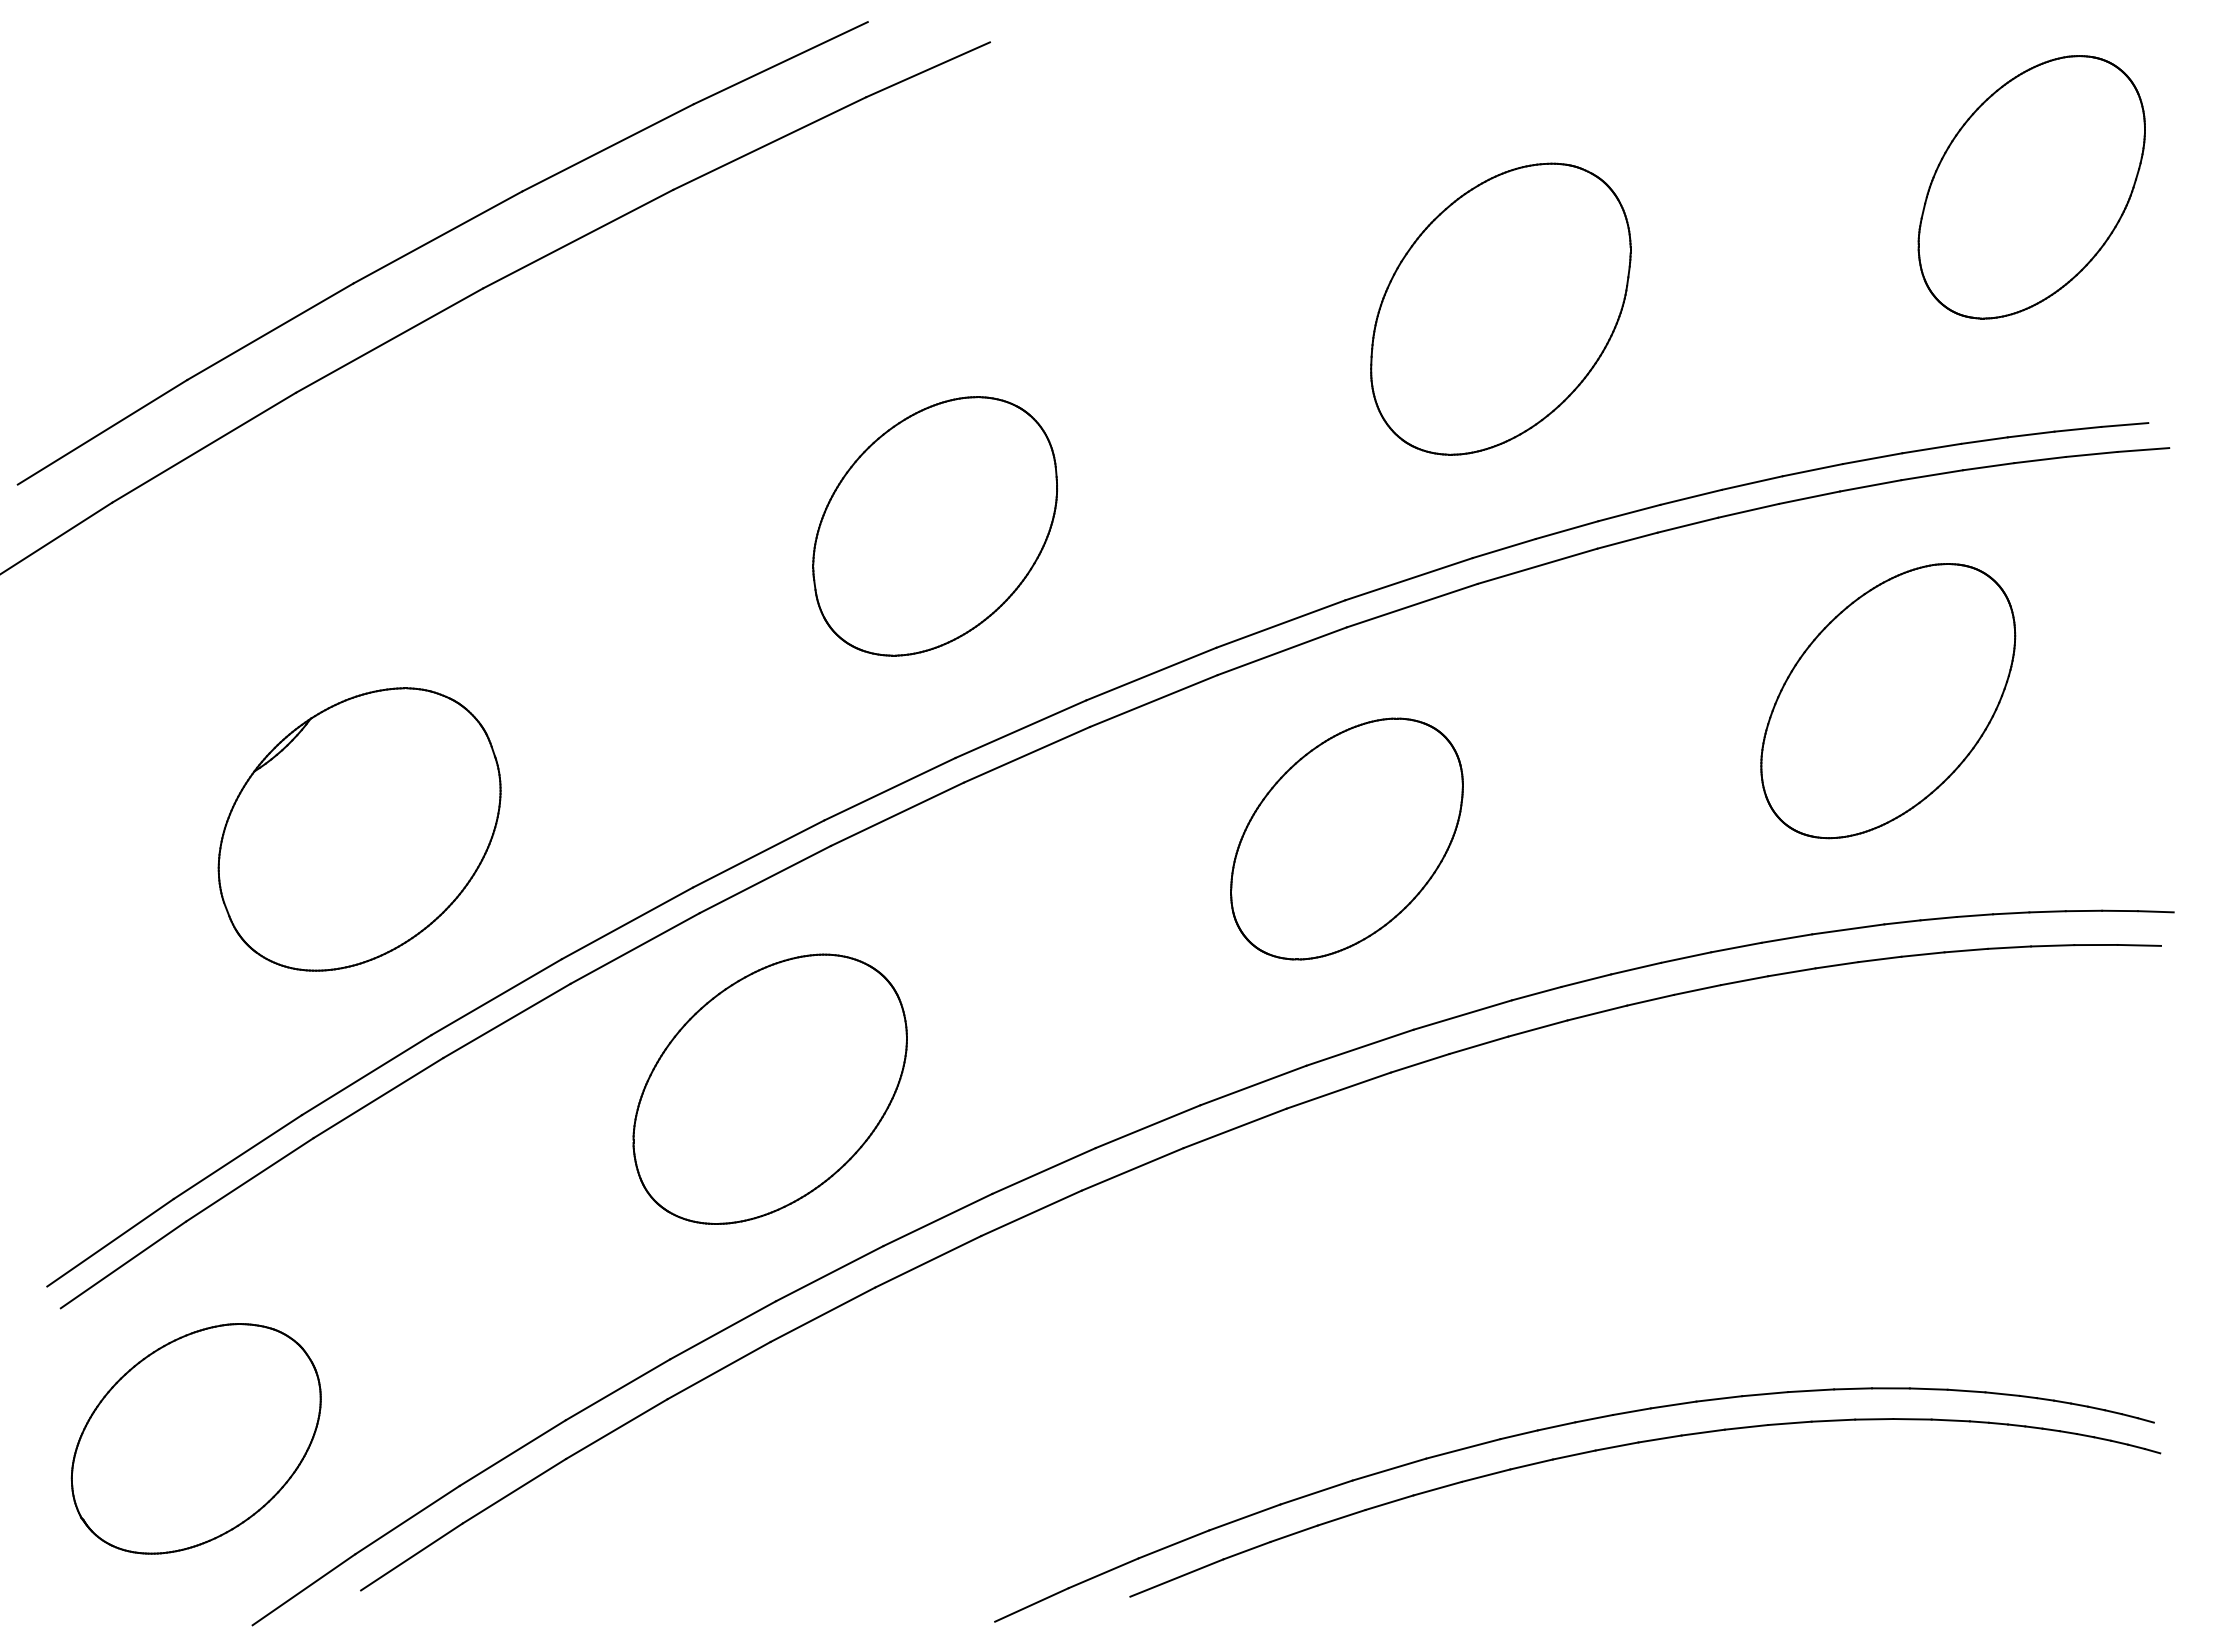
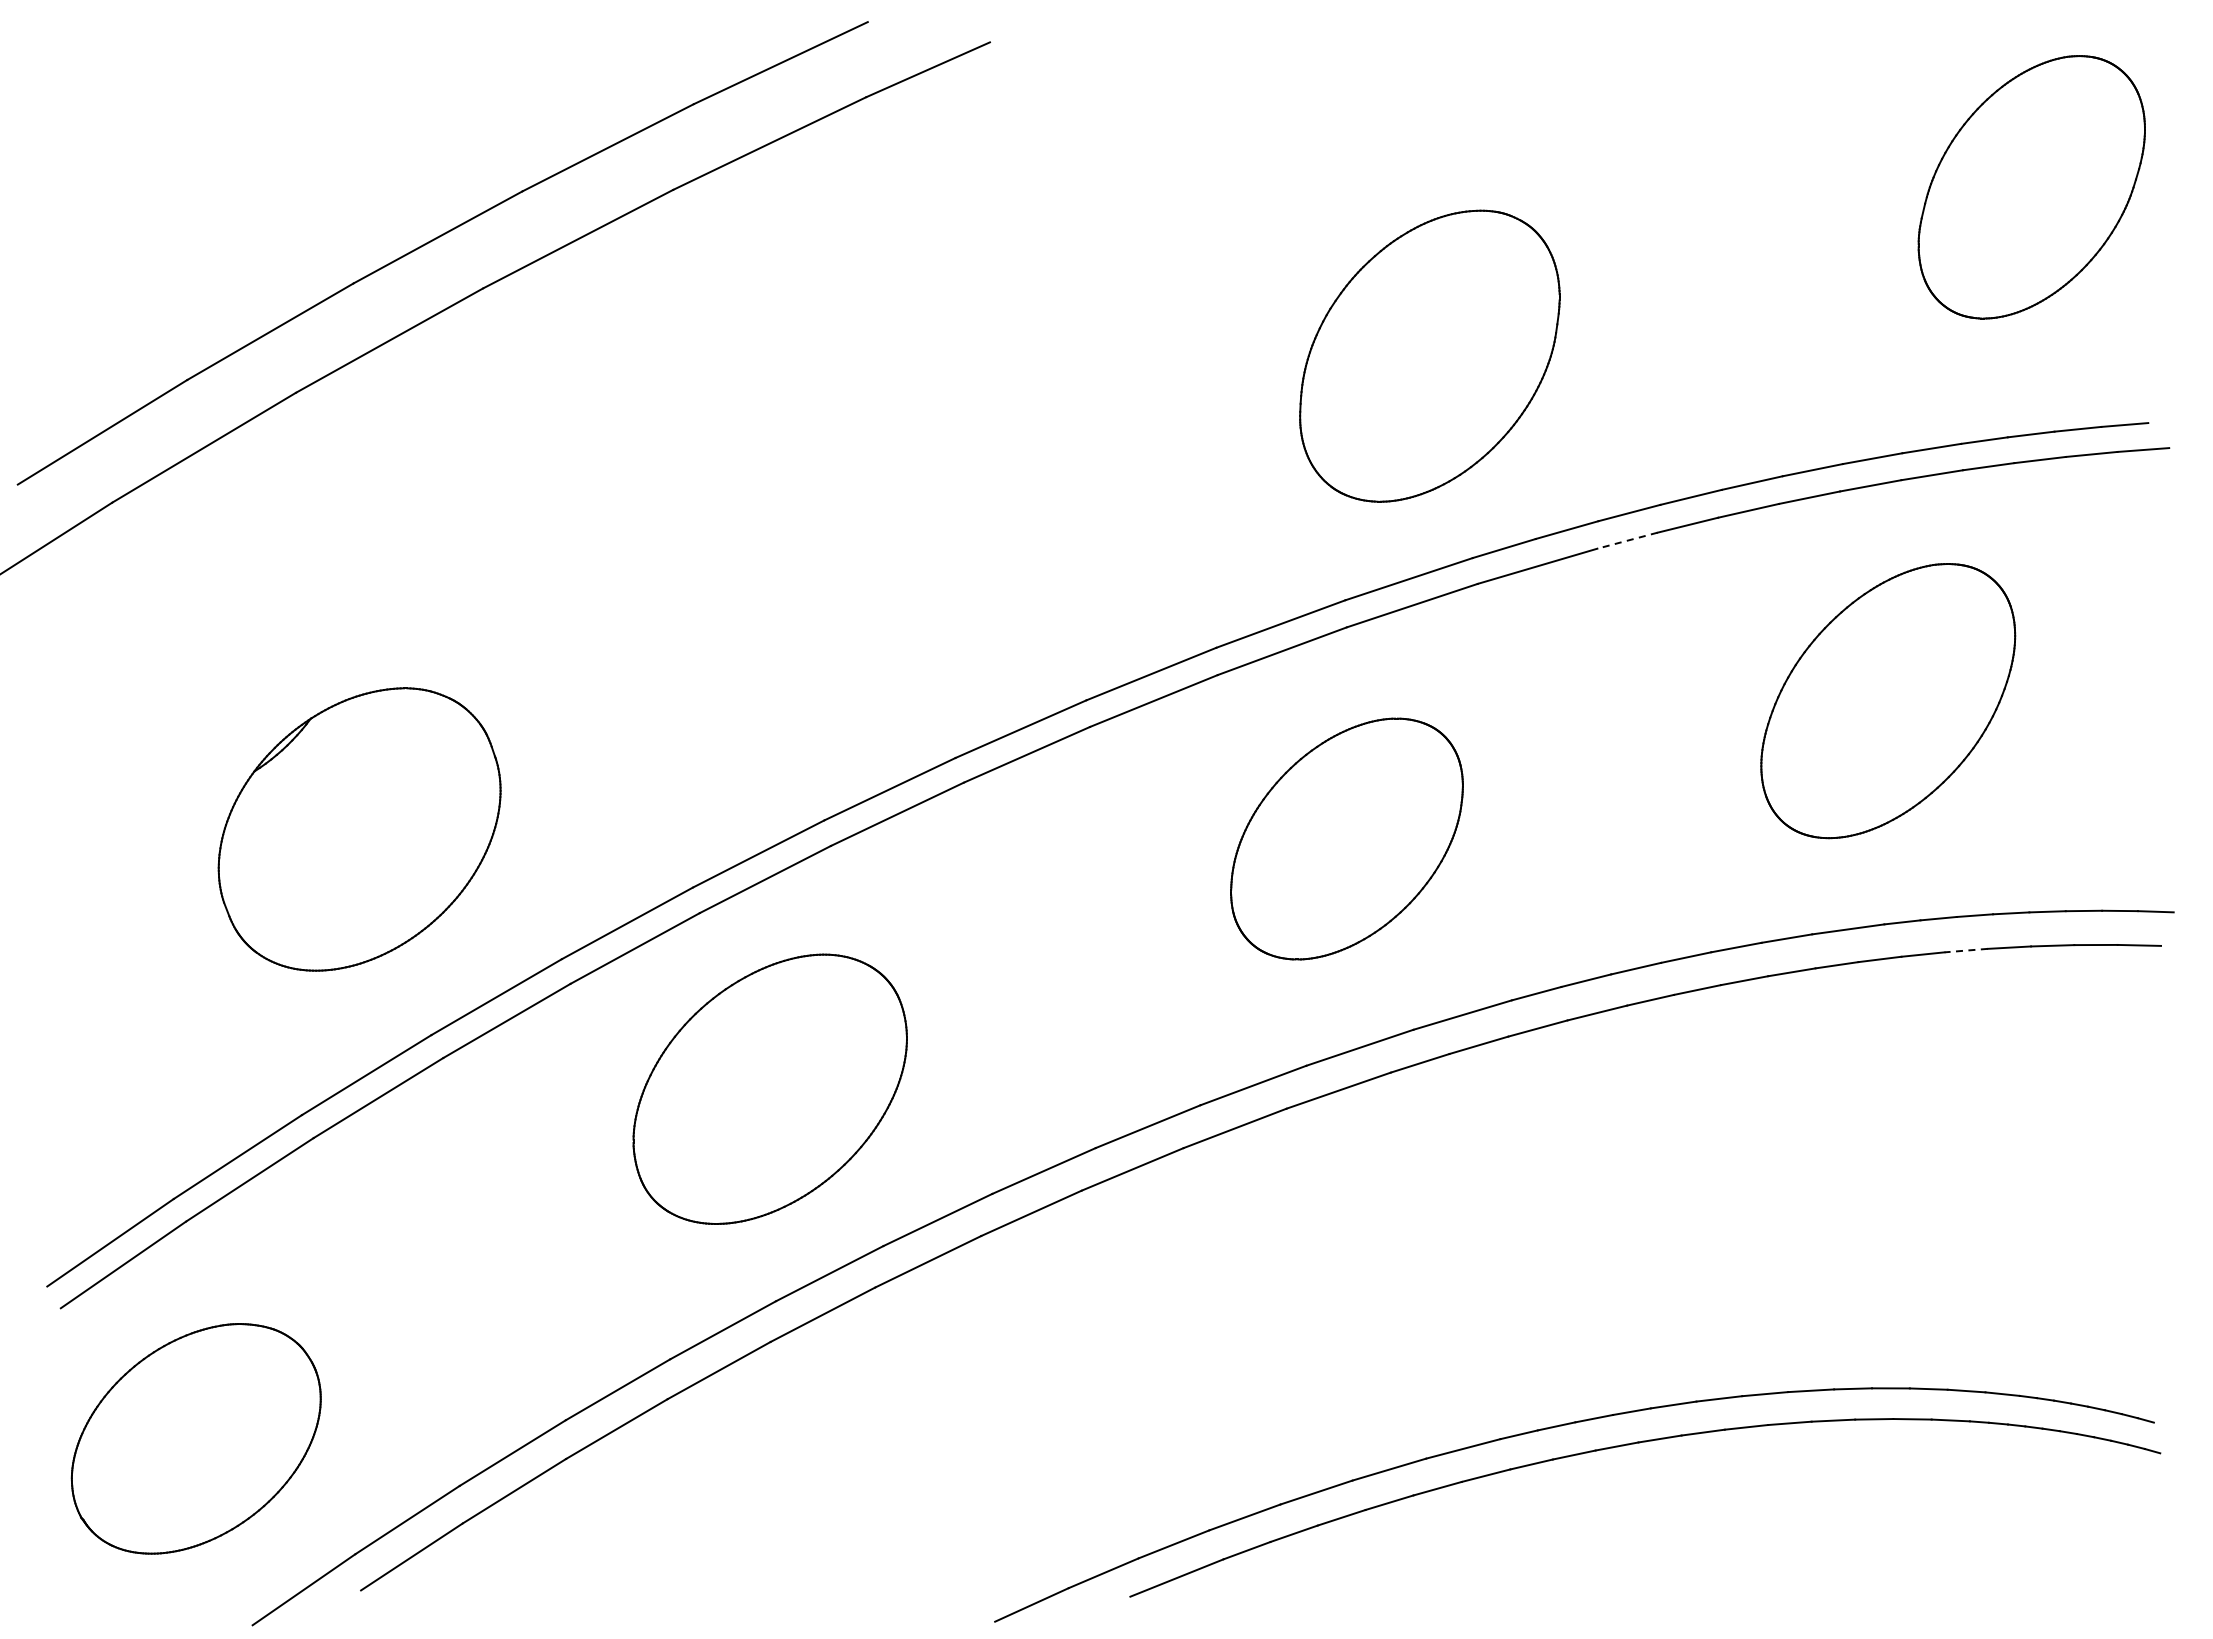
part at (1500, 308) position: (1500, 308) -> (1429, 355)
part at (934, 526): present -> none
line at (1627, 540): solid -> dashed
line at (1966, 950): solid -> dashed
